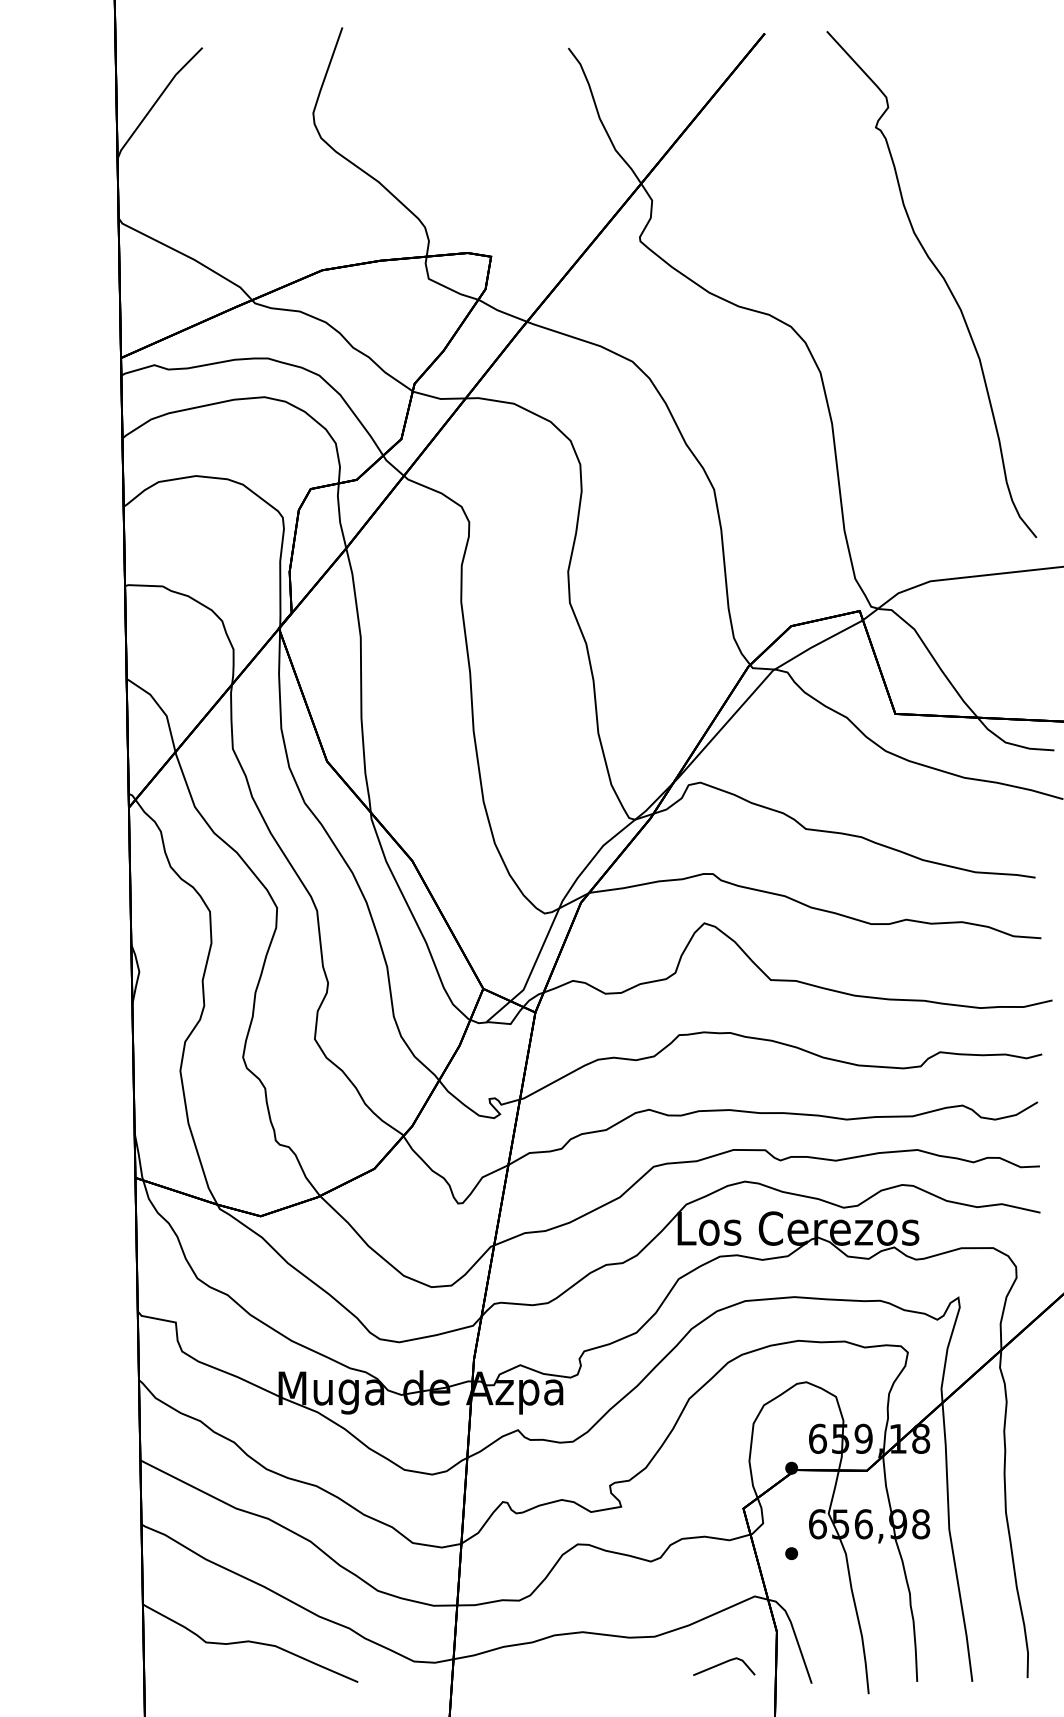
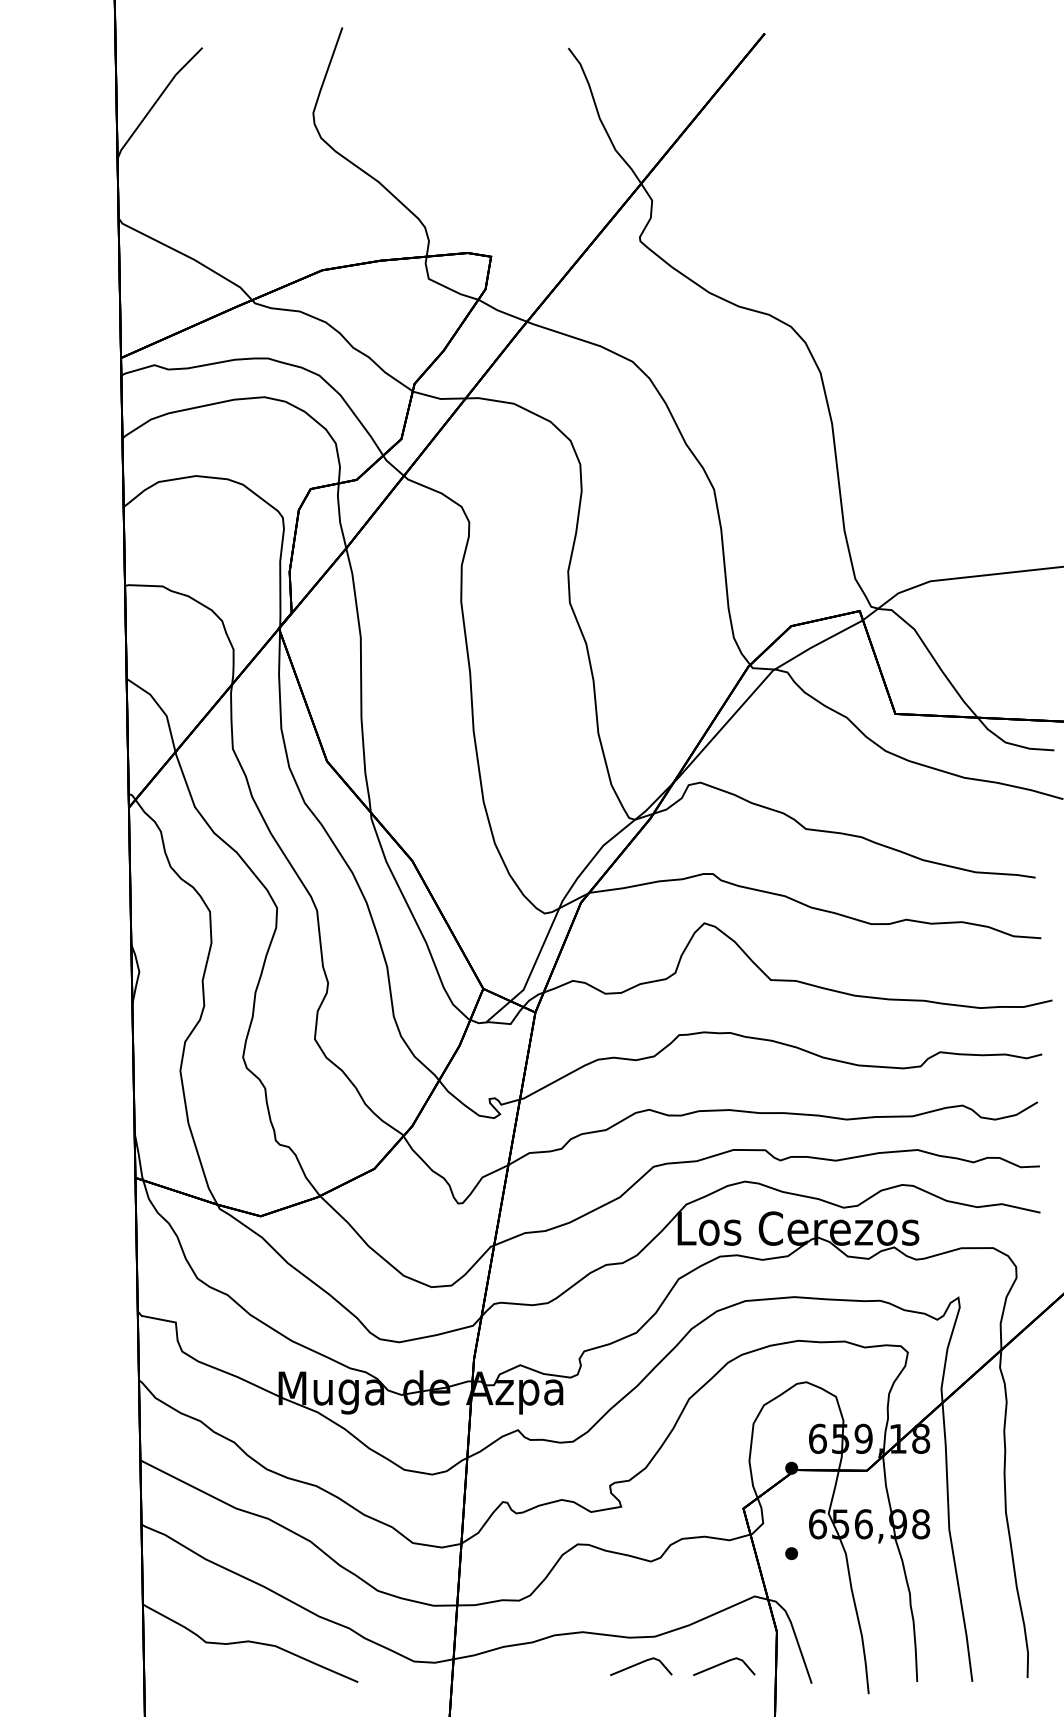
curve at (942, 278): present -> none
line at (639, 1664): none -> present
